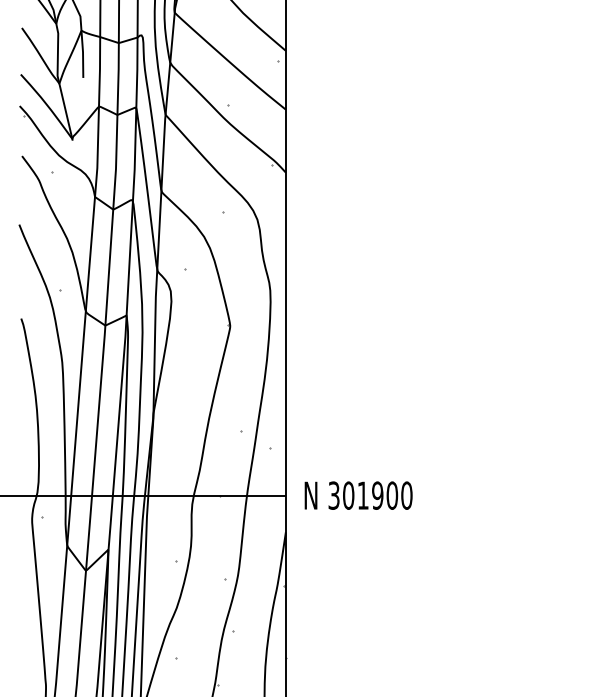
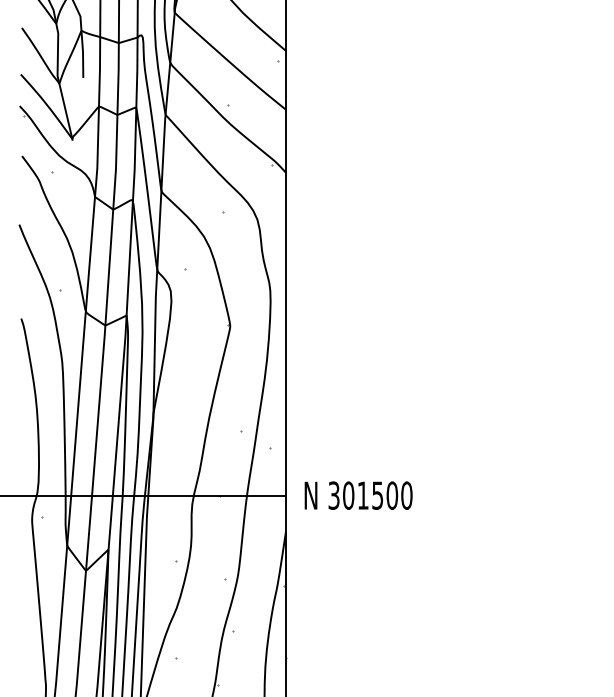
text at (377, 495): 301900 -> 301500
